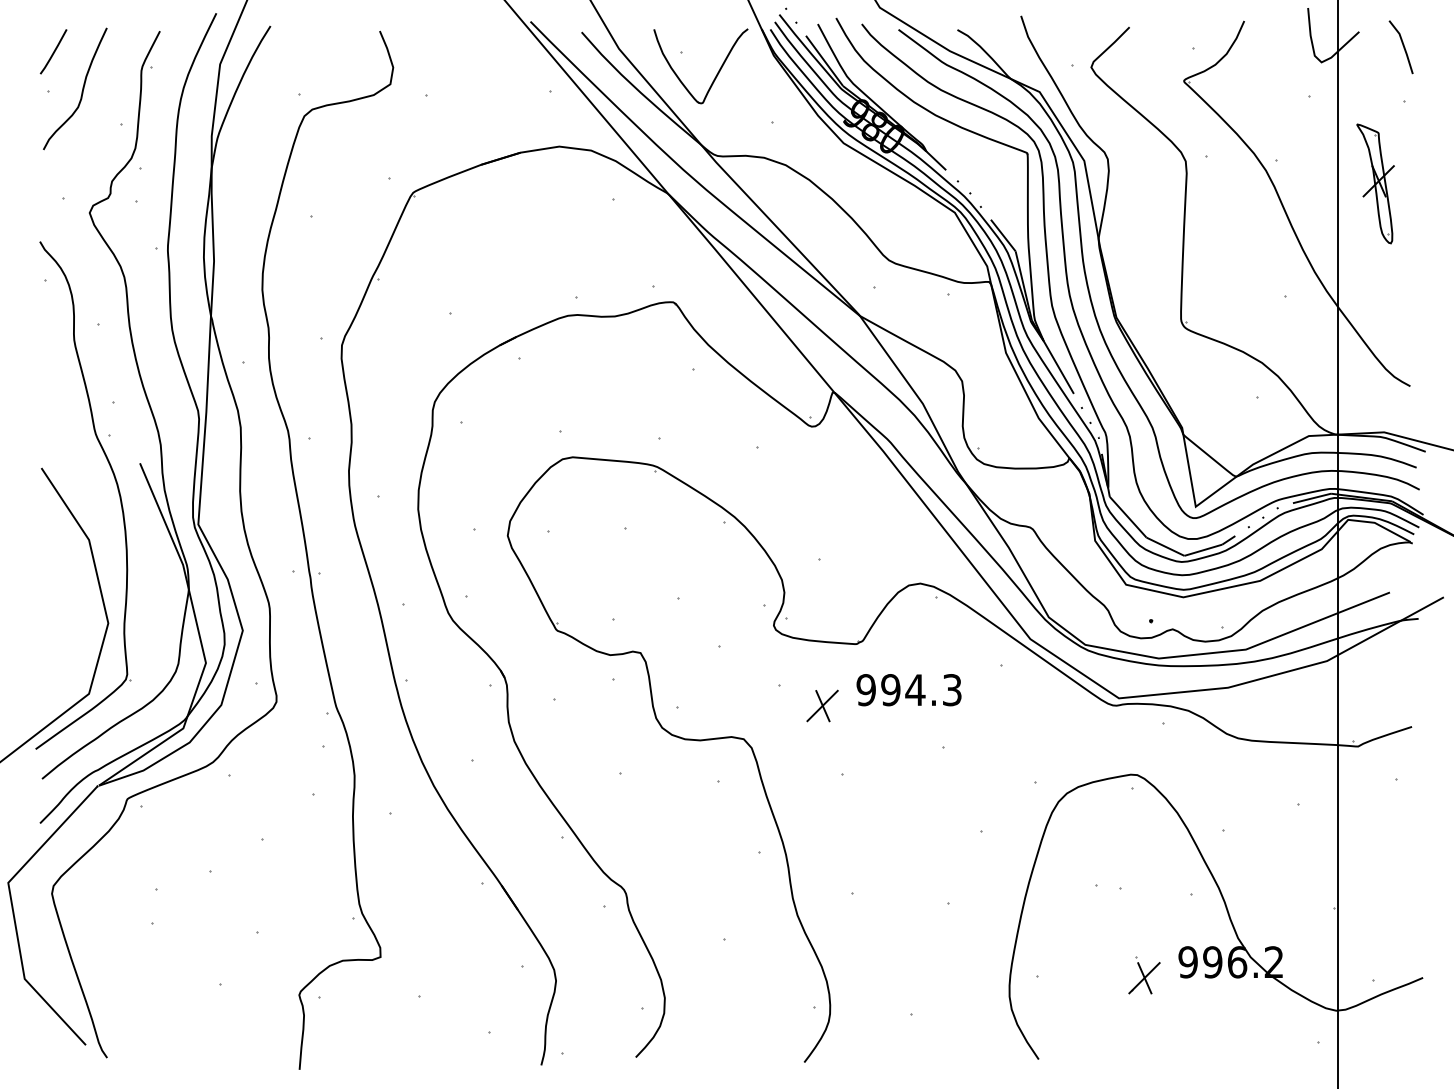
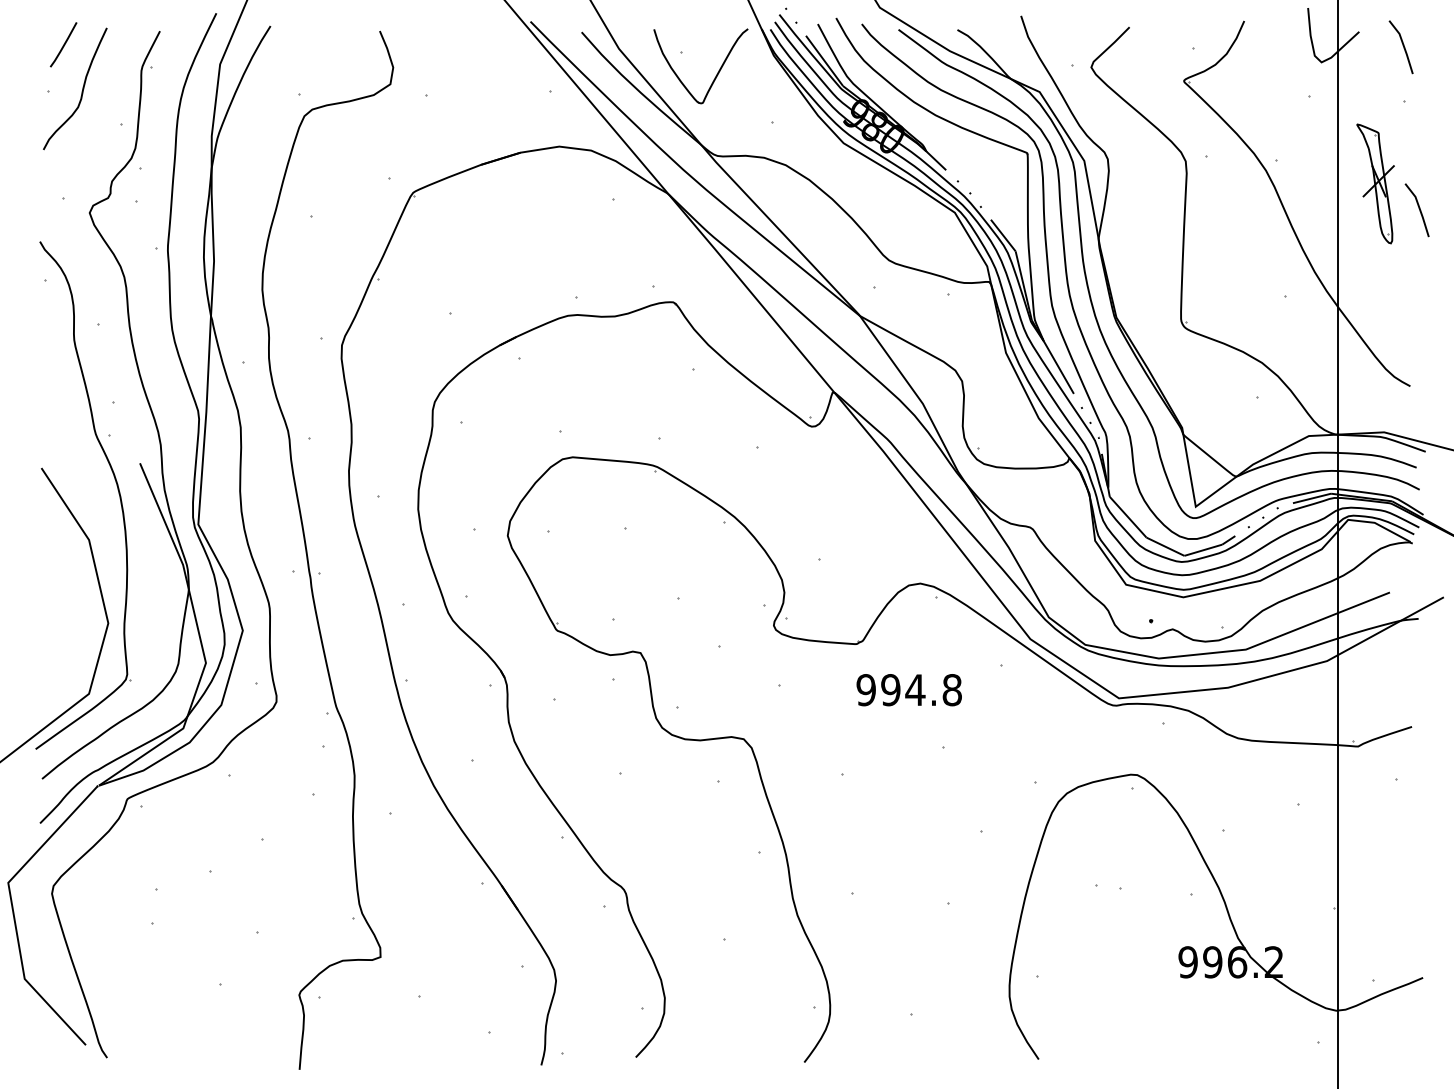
line at (53, 51) position: (53, 51) -> (63, 44)
line at (1418, 208): none -> present
text at (951, 690): 994.3 -> 994.8
part at (822, 705): present -> none
part at (1144, 975): present -> none
